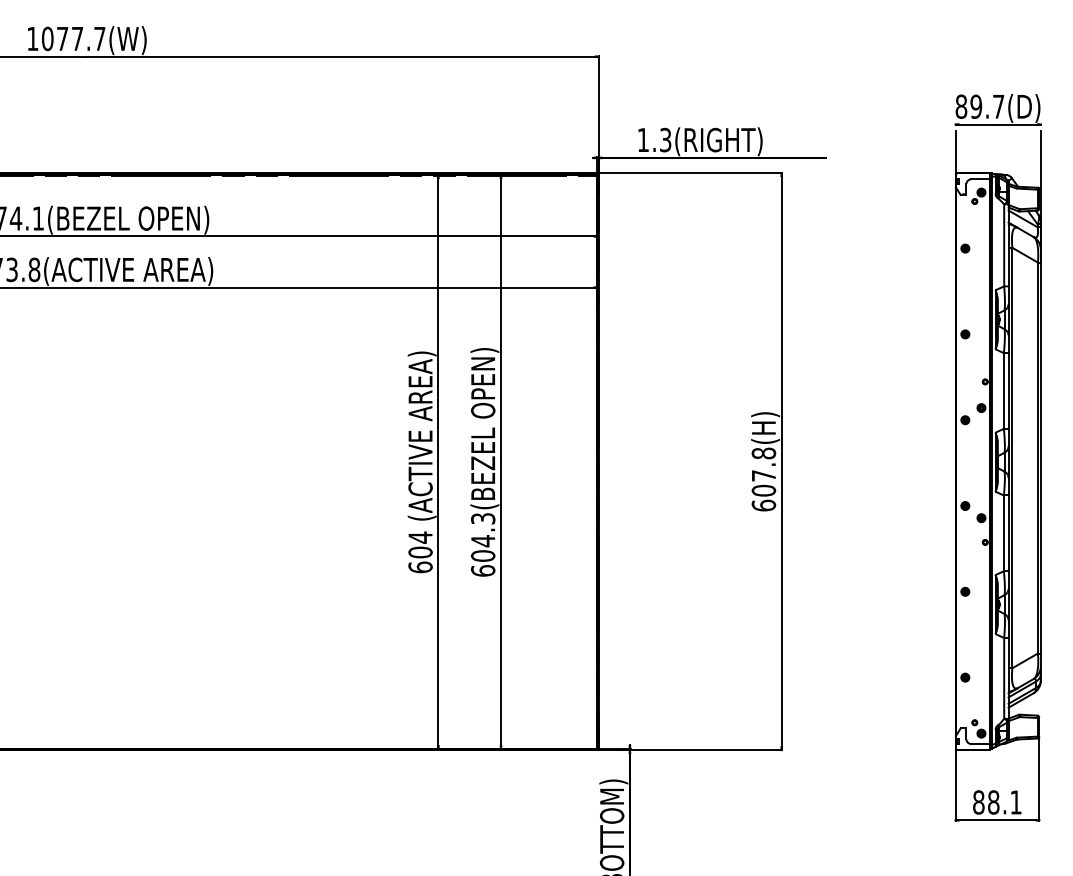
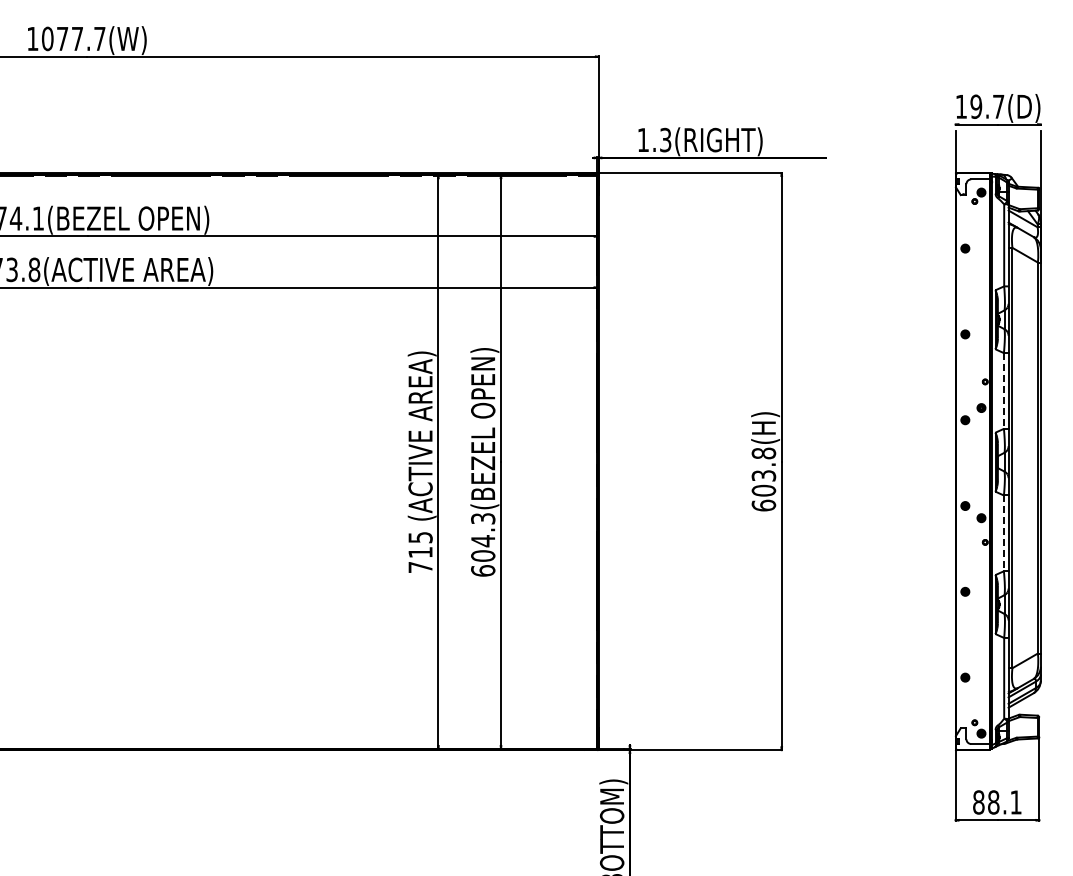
text at (961, 106): 89.7(D) -> 19.7(D)
line at (1003, 390): solid -> dashed
text at (763, 475): 607.8(H) -> 603.8(H)
line at (1003, 533): solid -> dashed
text at (420, 552): 604 -> 715
